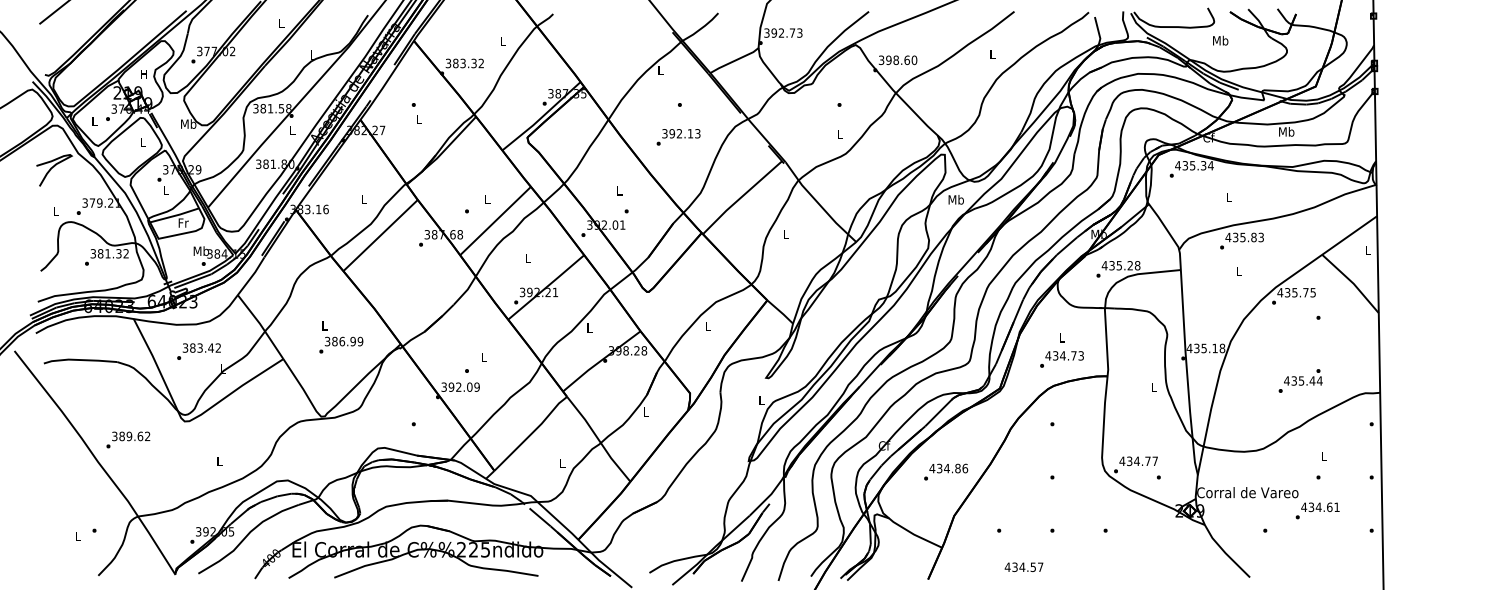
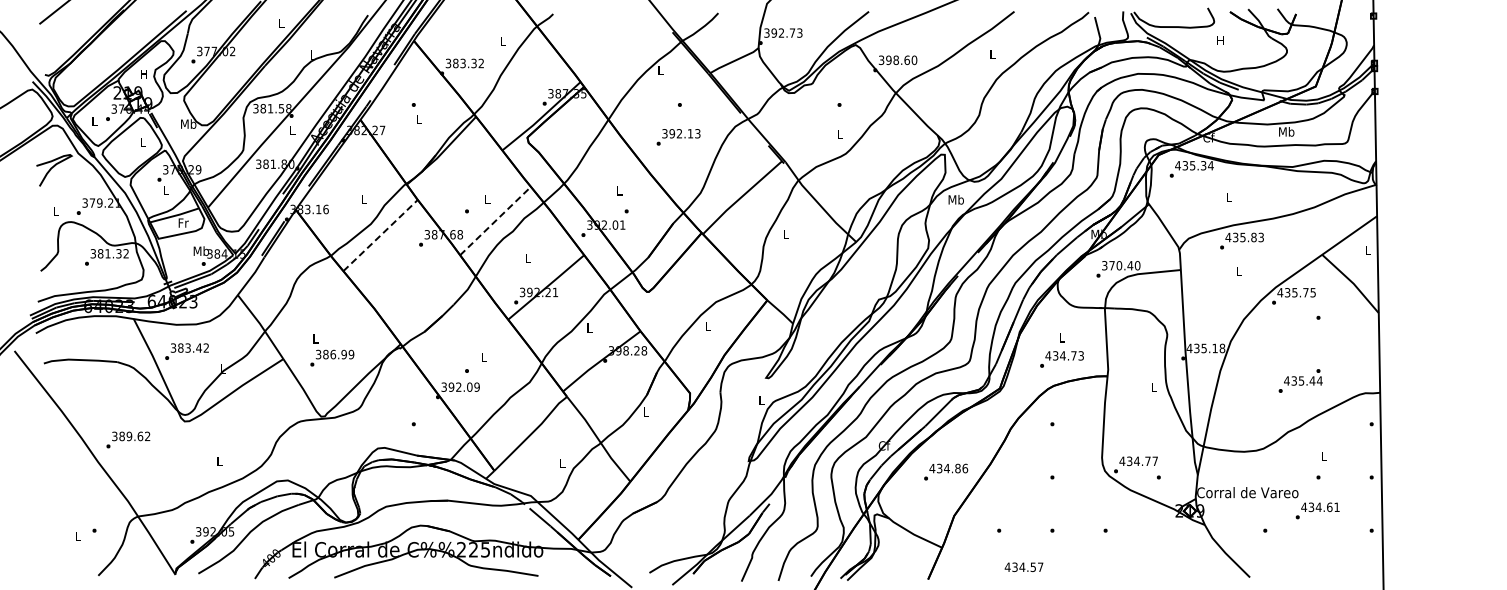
text at (1220, 40): Mb -> H
line at (495, 220): solid -> dashed
line at (380, 235): solid -> dashed
text at (1120, 265): 435.28 -> 370.40
text at (341, 337) position: (341, 337) -> (332, 350)
text at (198, 351) position: (198, 351) -> (186, 351)
